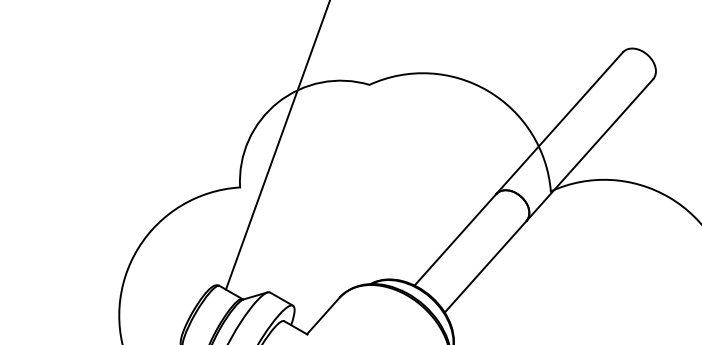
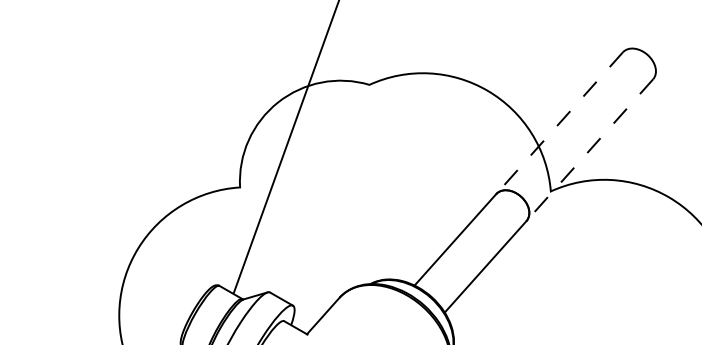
line at (559, 123): solid -> dashed
line at (277, 145) position: (277, 145) -> (285, 147)
line at (589, 150): solid -> dashed
